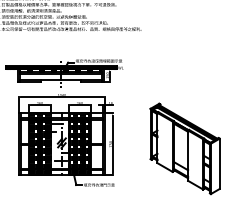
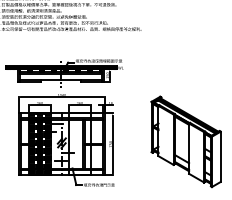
hatch at (79, 143): present -> none
part at (184, 148) position: (184, 148) -> (185, 141)
